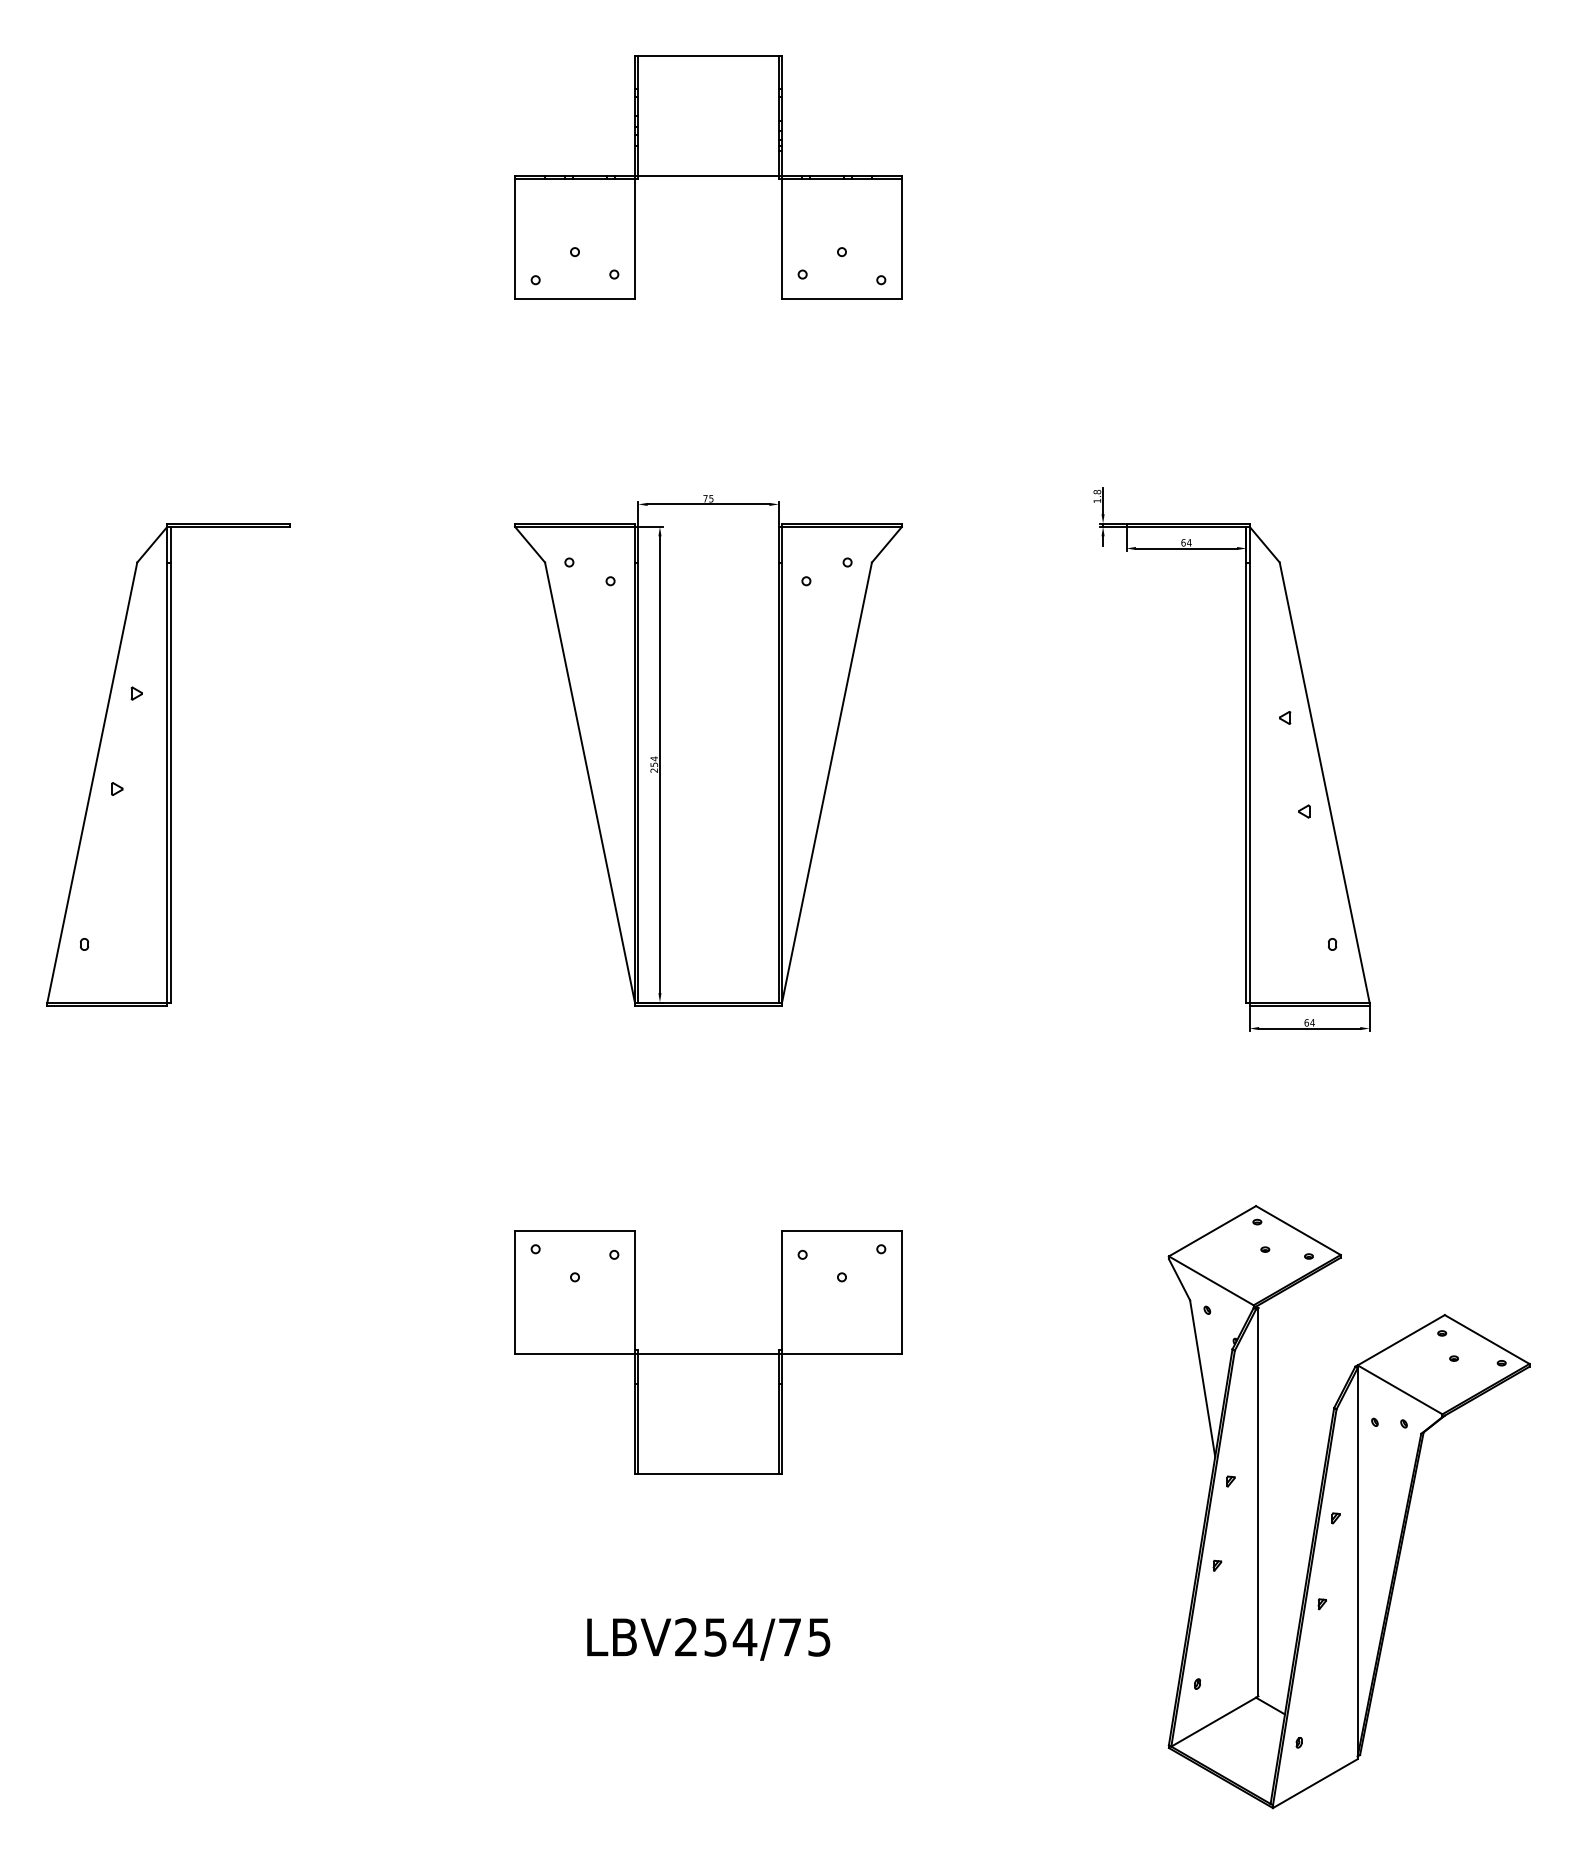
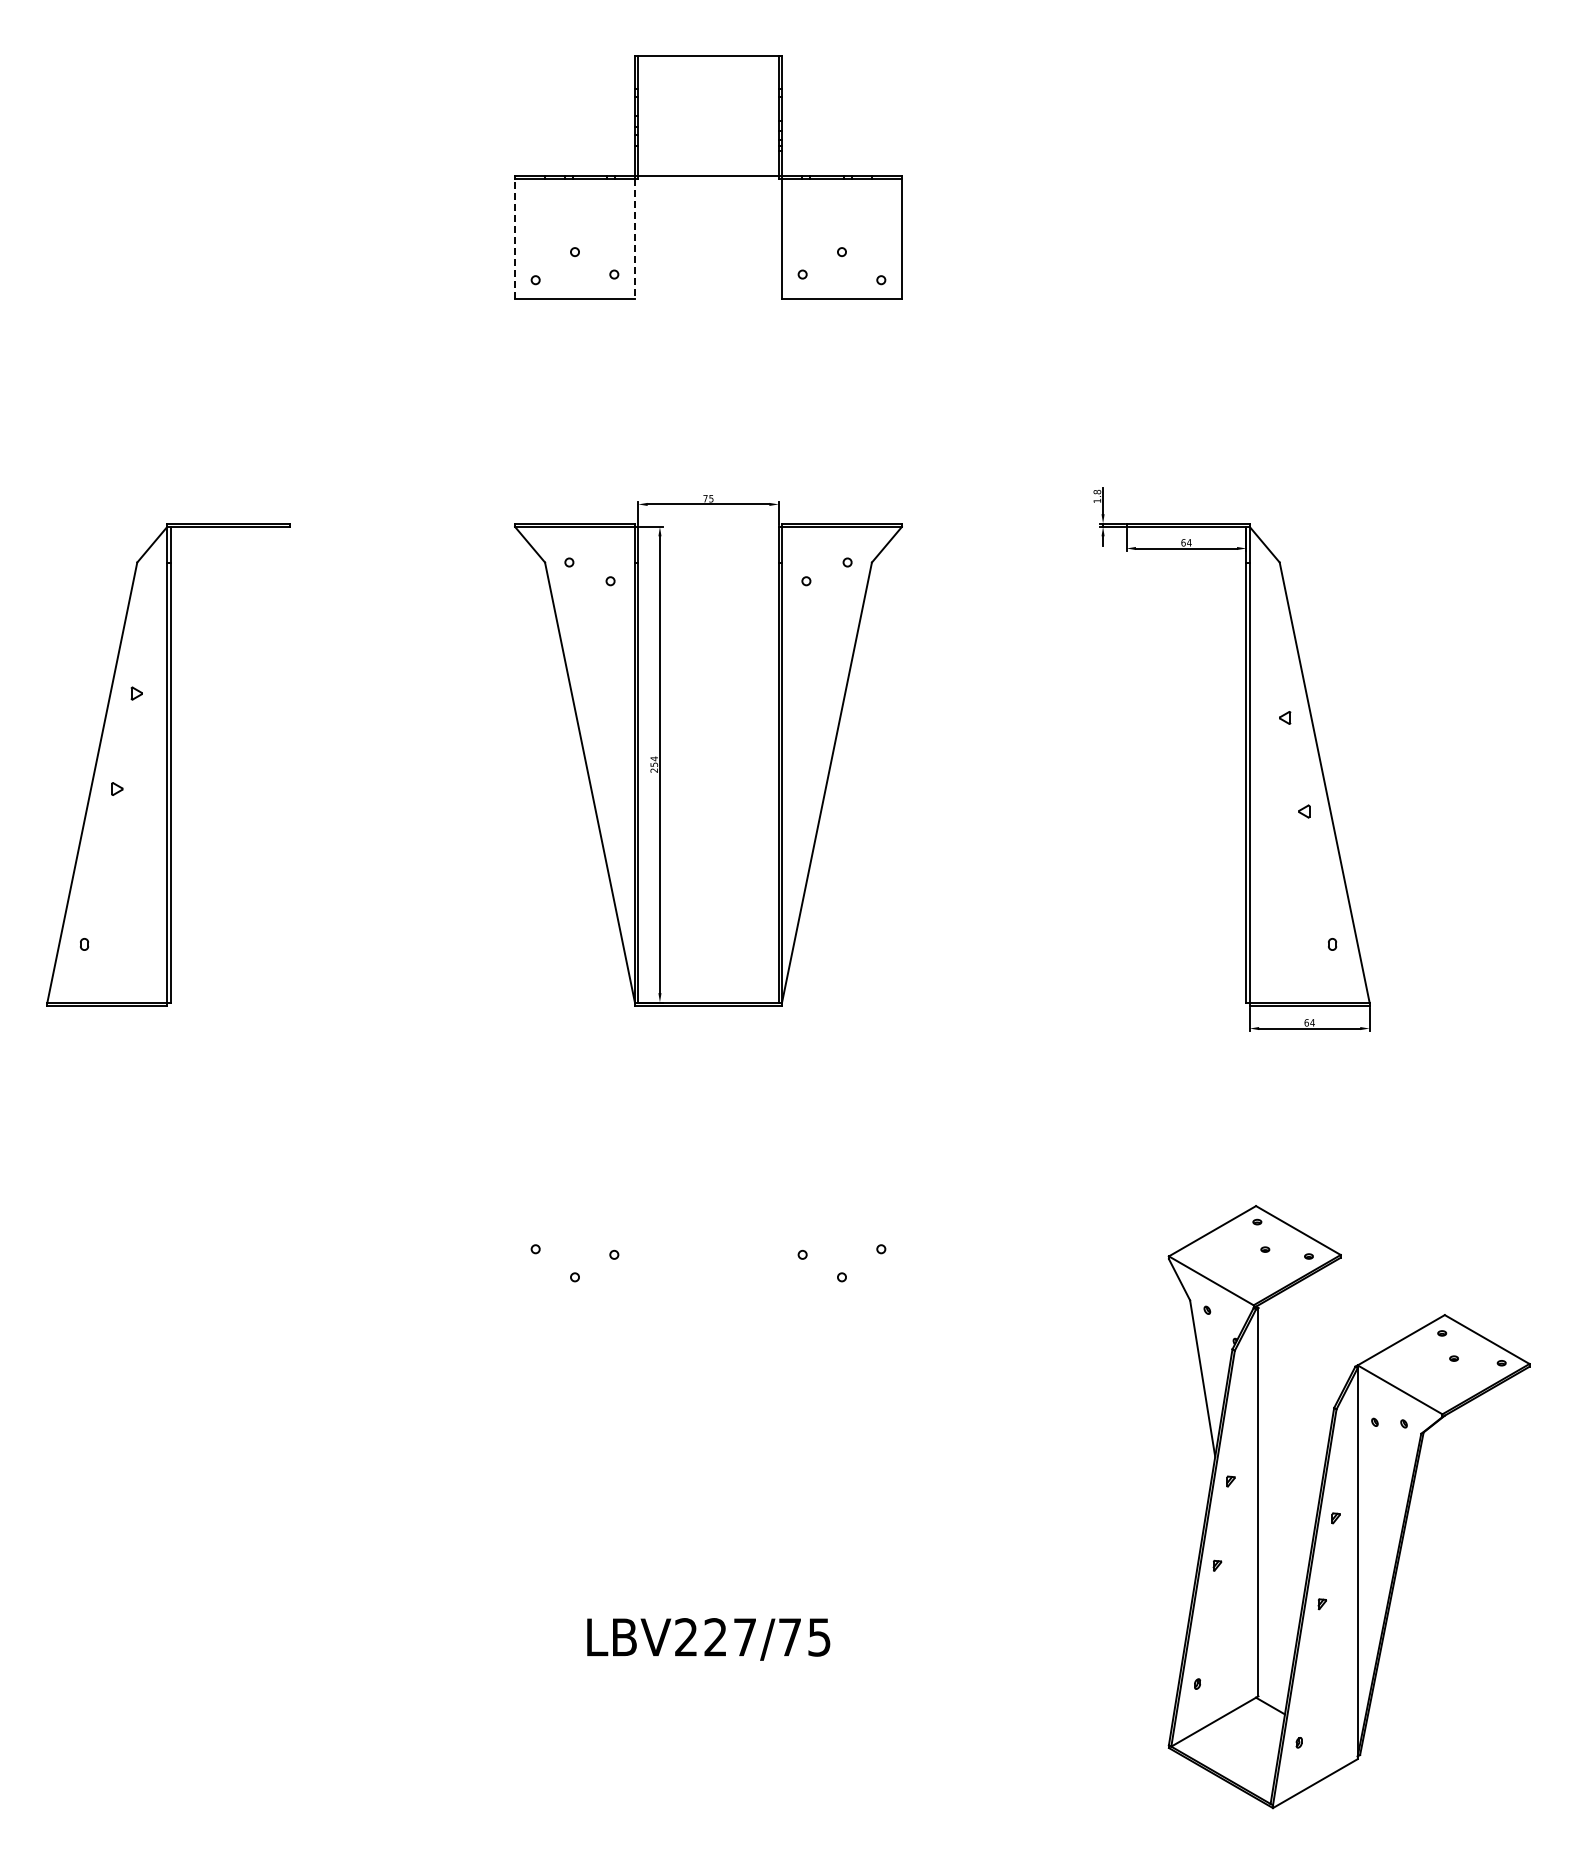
line at (515, 239): solid -> dashed
line at (634, 239): solid -> dashed
part at (708, 1352): present -> none
text at (730, 1637): LBV254/75 -> LBV227/75
